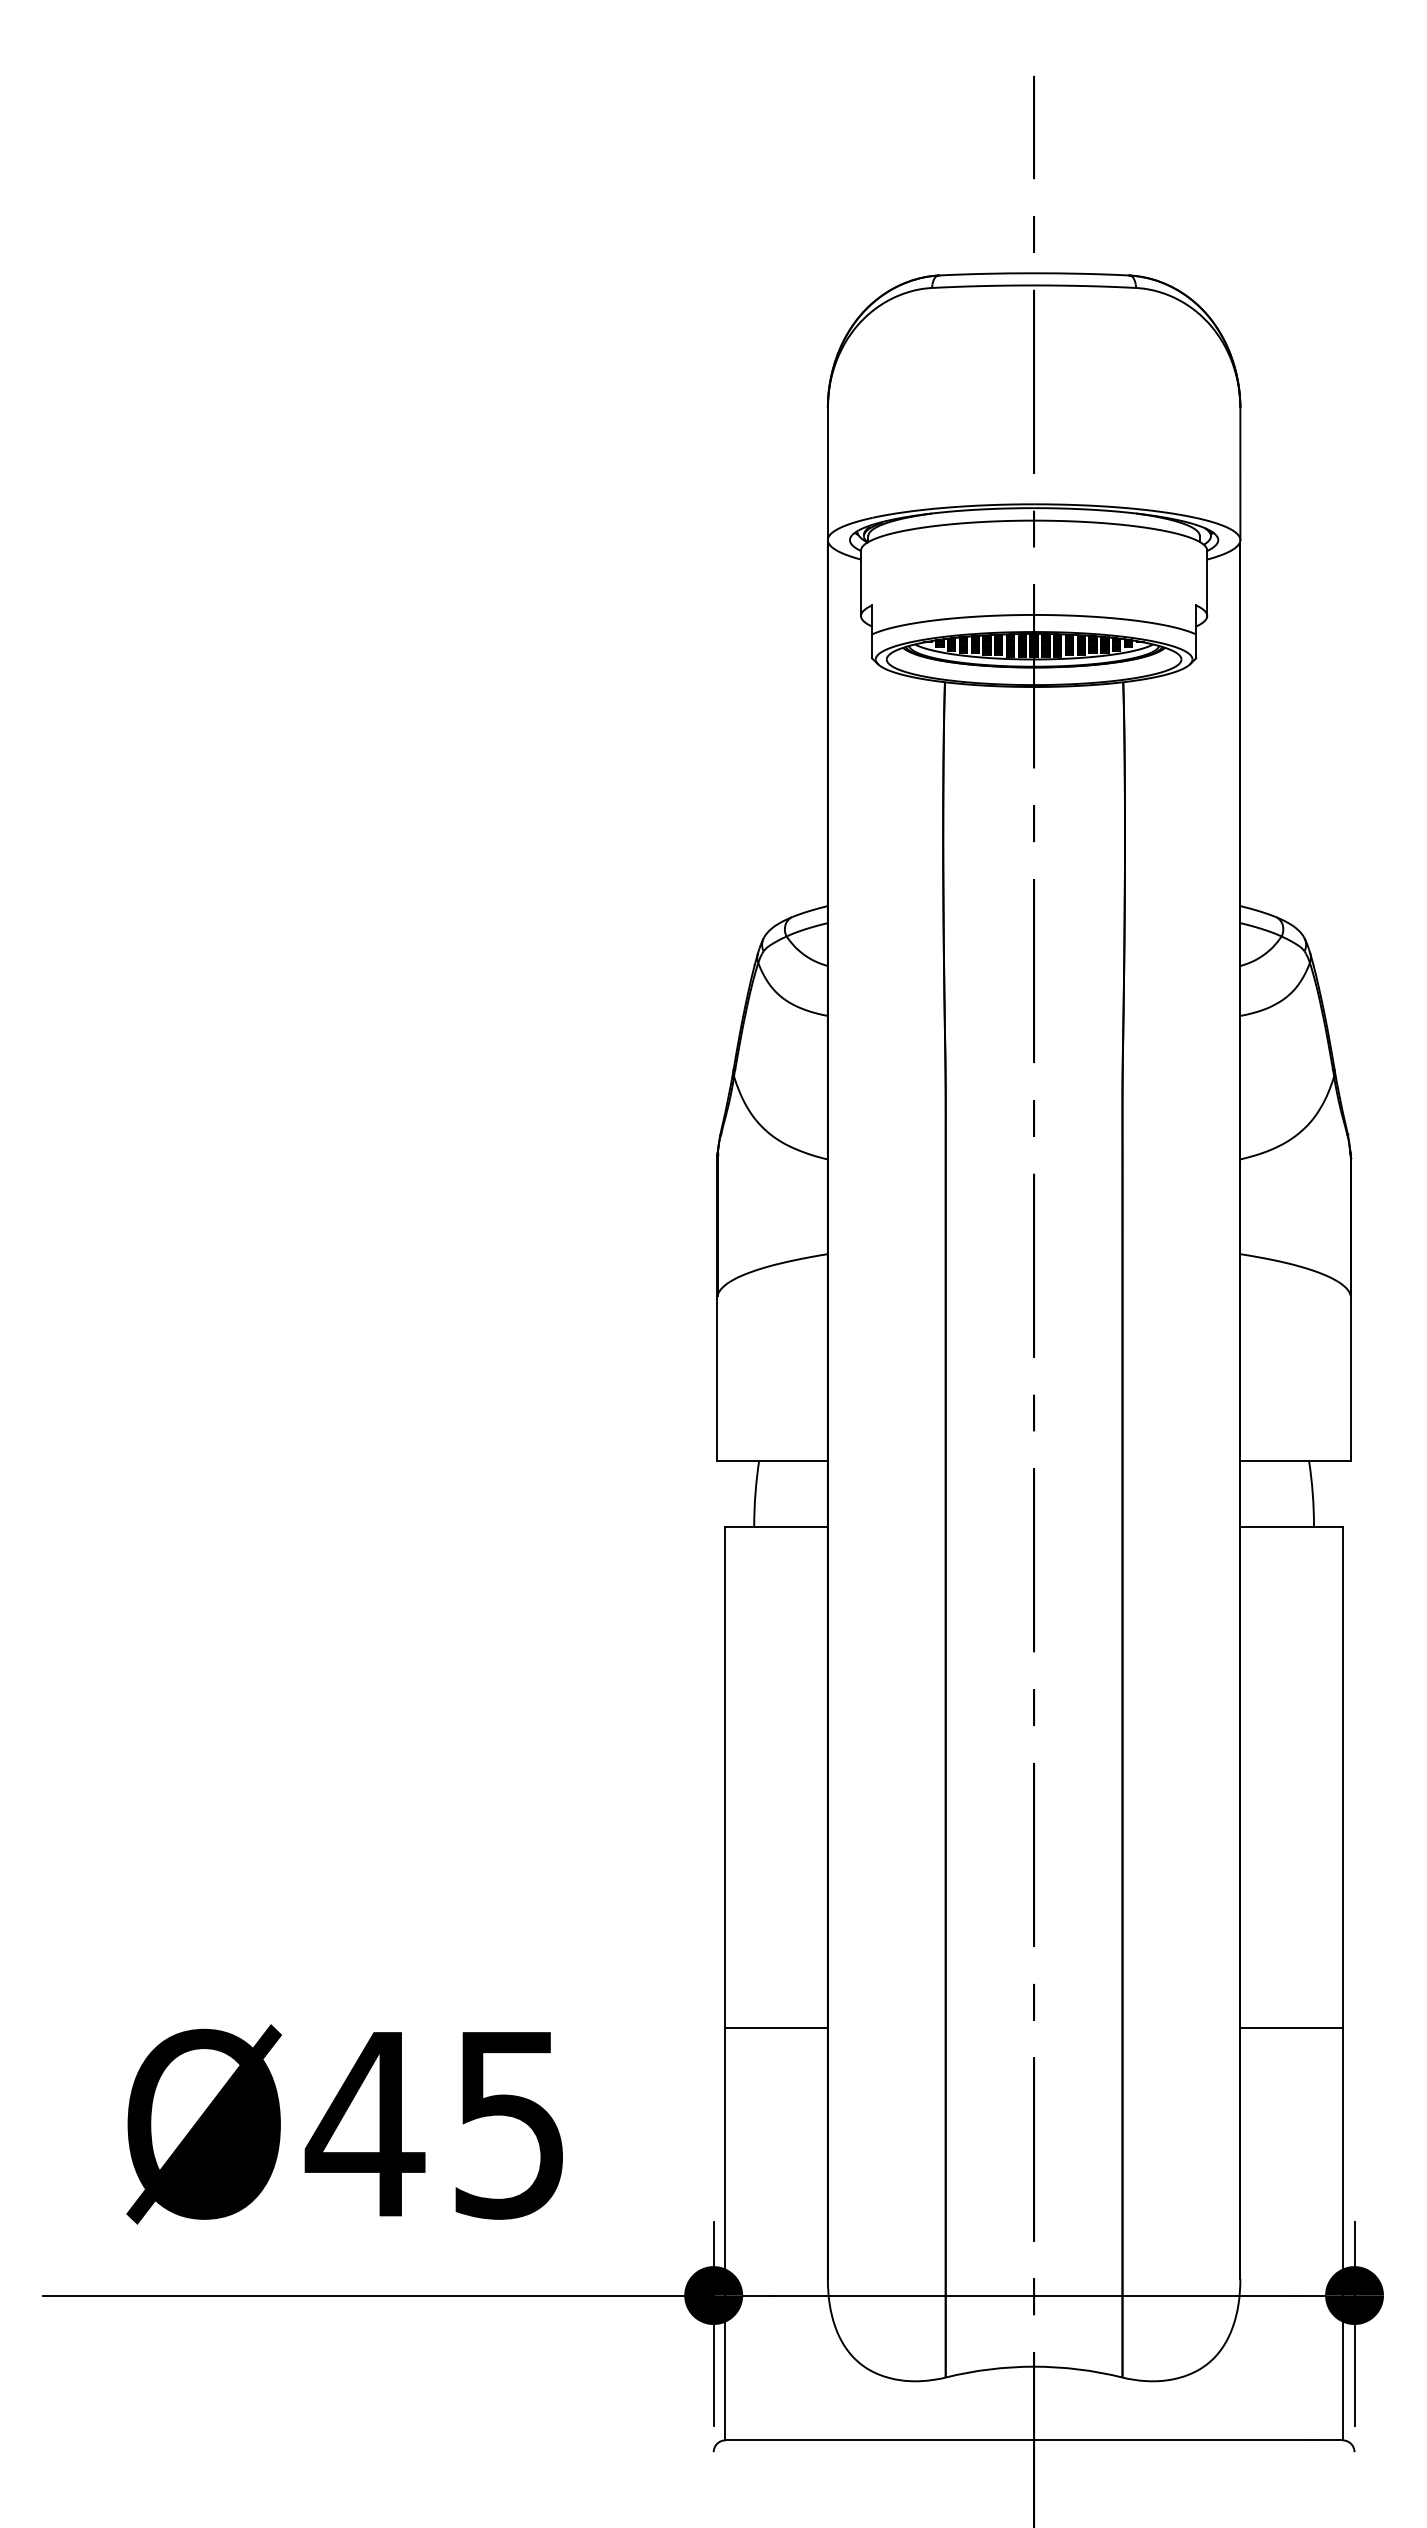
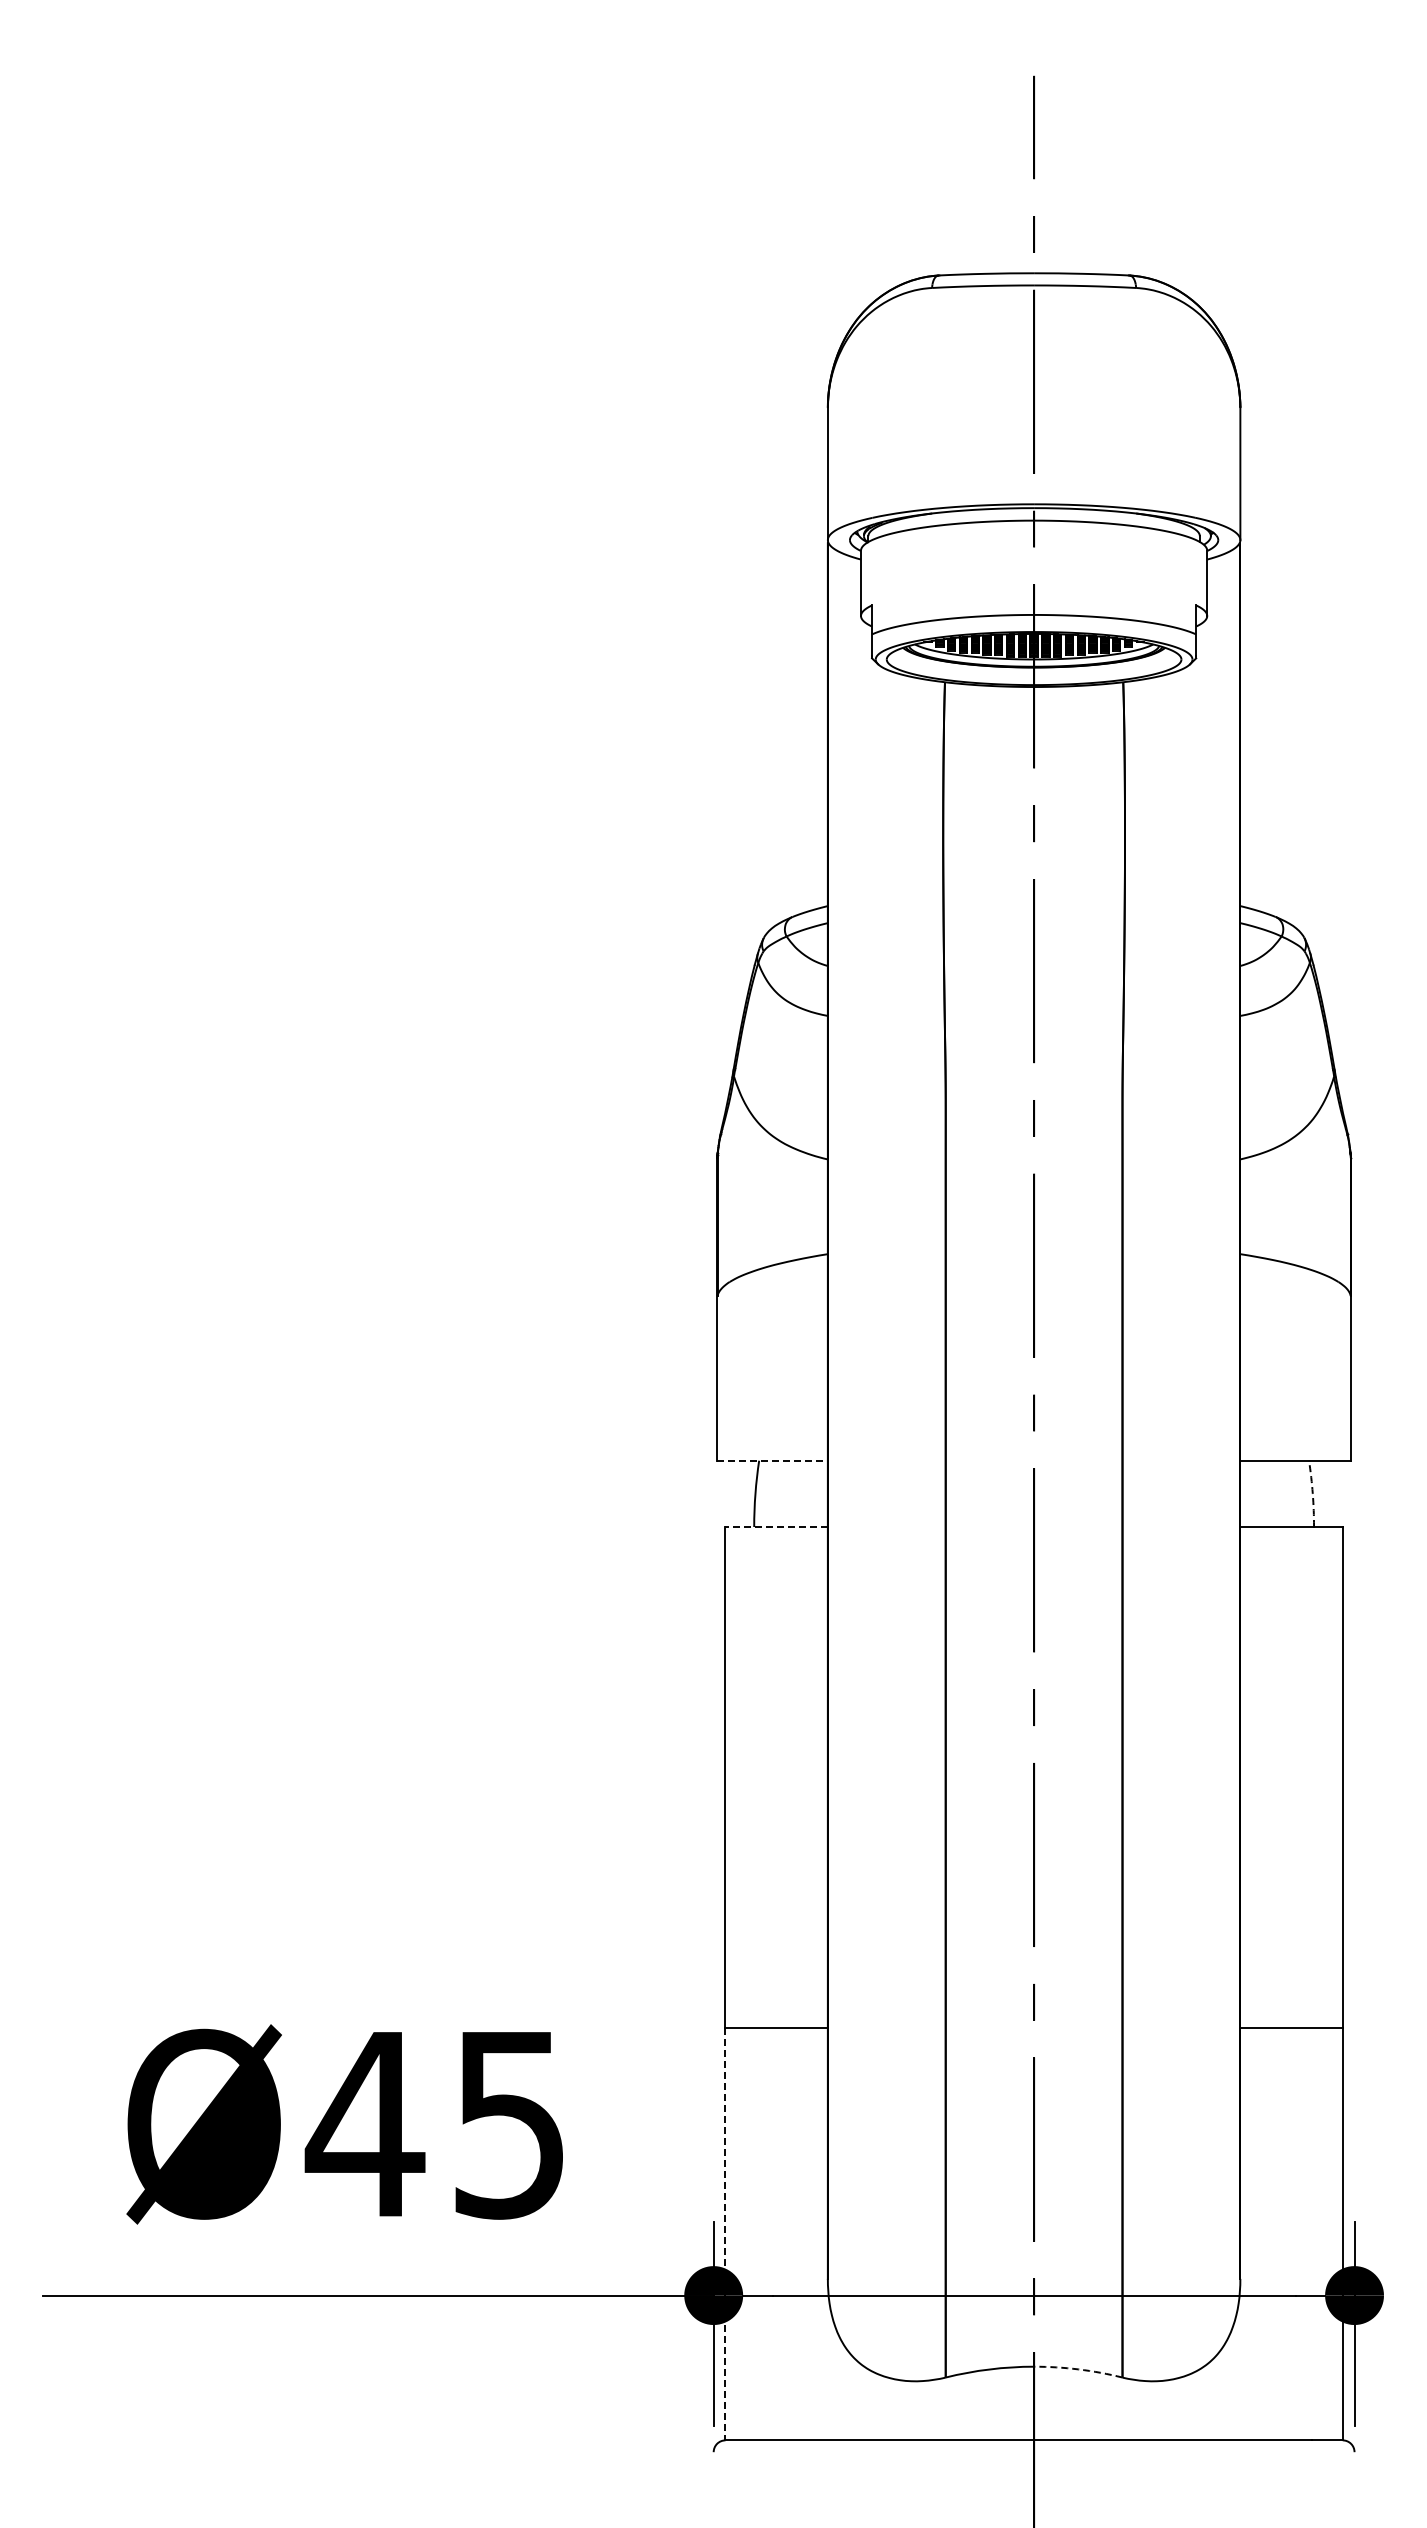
line at (773, 1460): solid -> dashed
arc at (1312, 1493): solid -> dashed
line at (776, 1527): solid -> dashed
line at (724, 2234): solid -> dashed
arc at (1078, 2369): solid -> dashed
